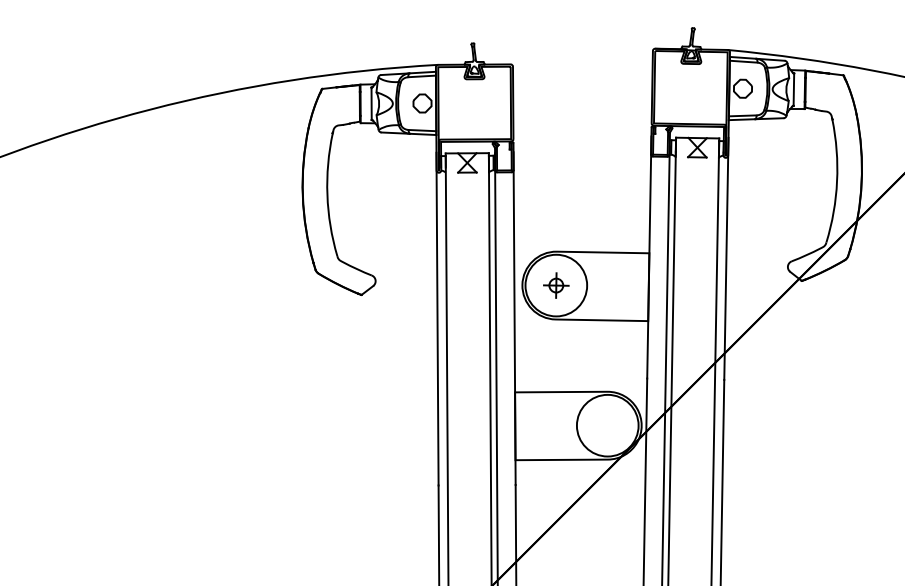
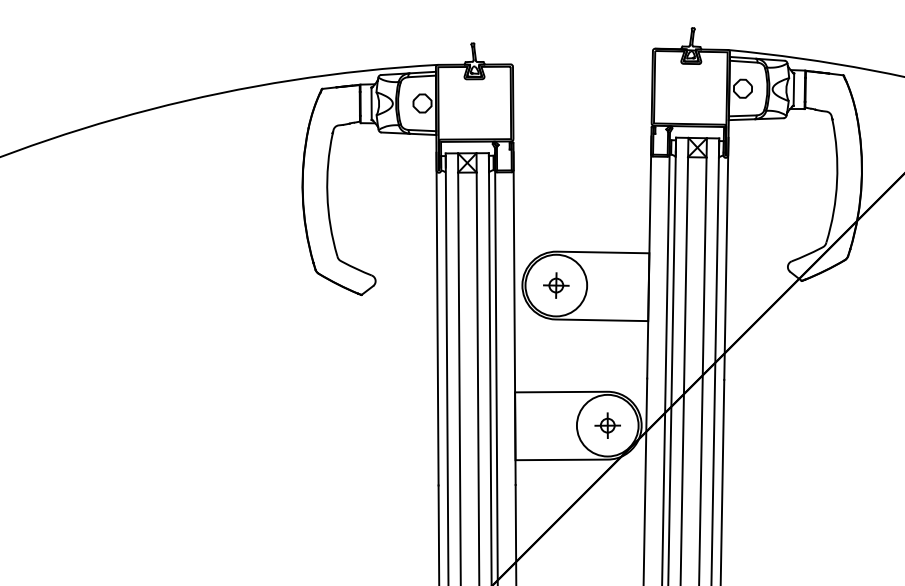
line at (684, 359): none -> present
line at (702, 360): none -> present
line at (459, 367): none -> present
line at (477, 367): none -> present
part at (607, 425): none -> present
